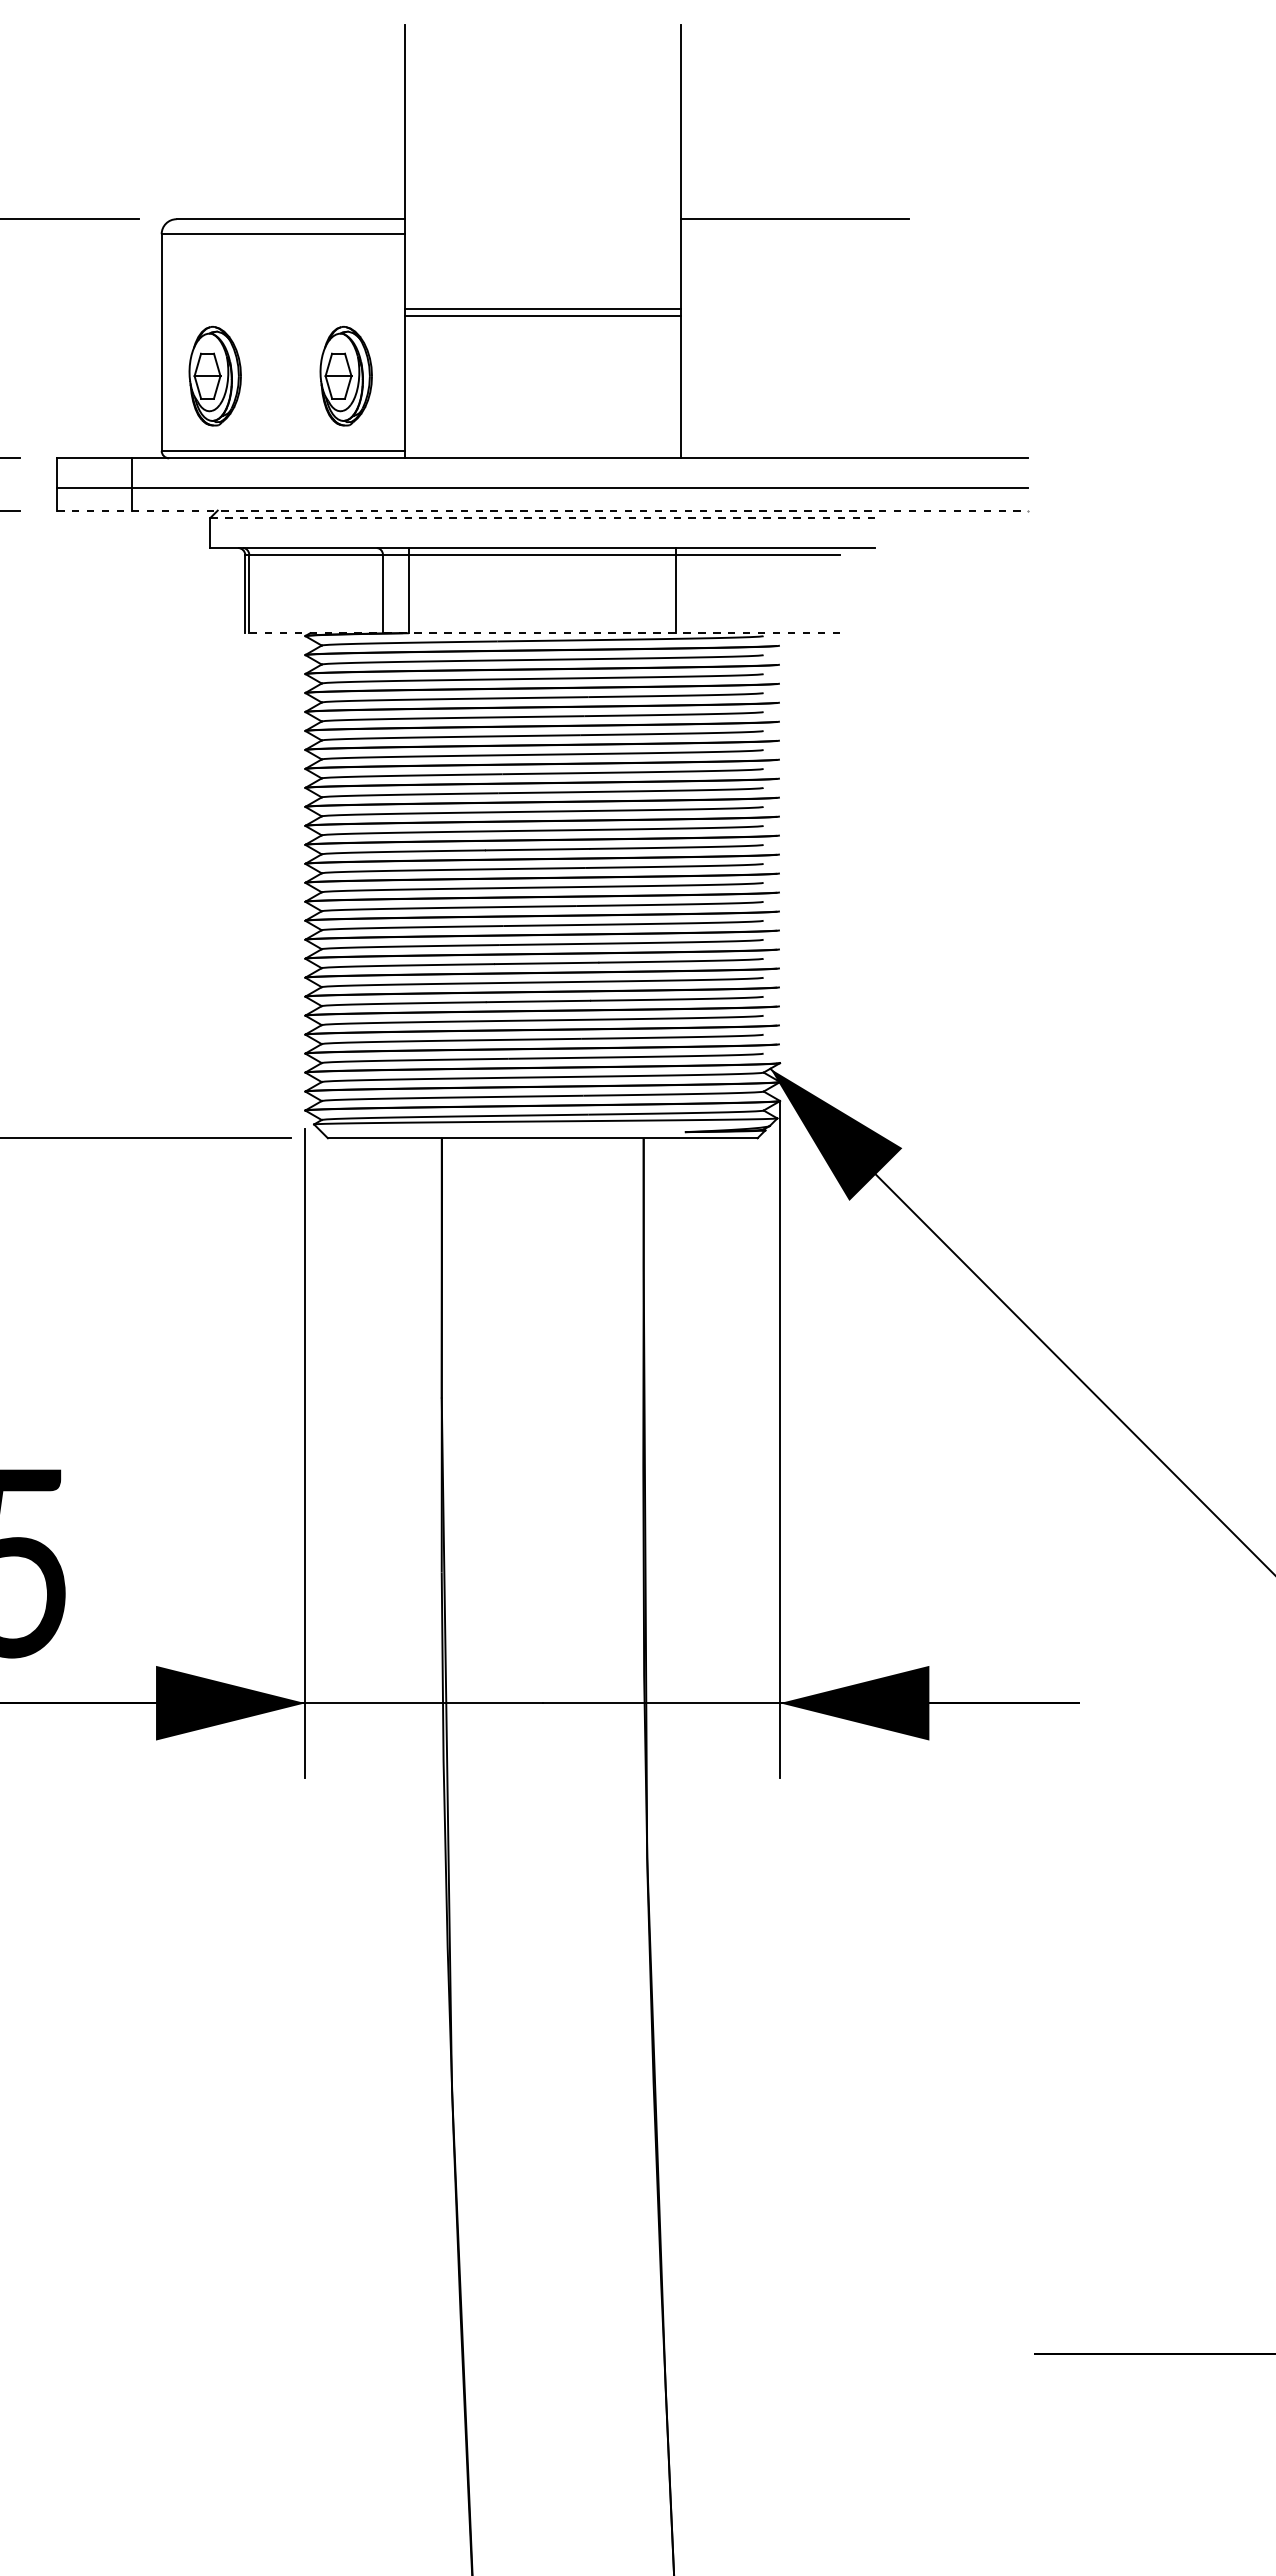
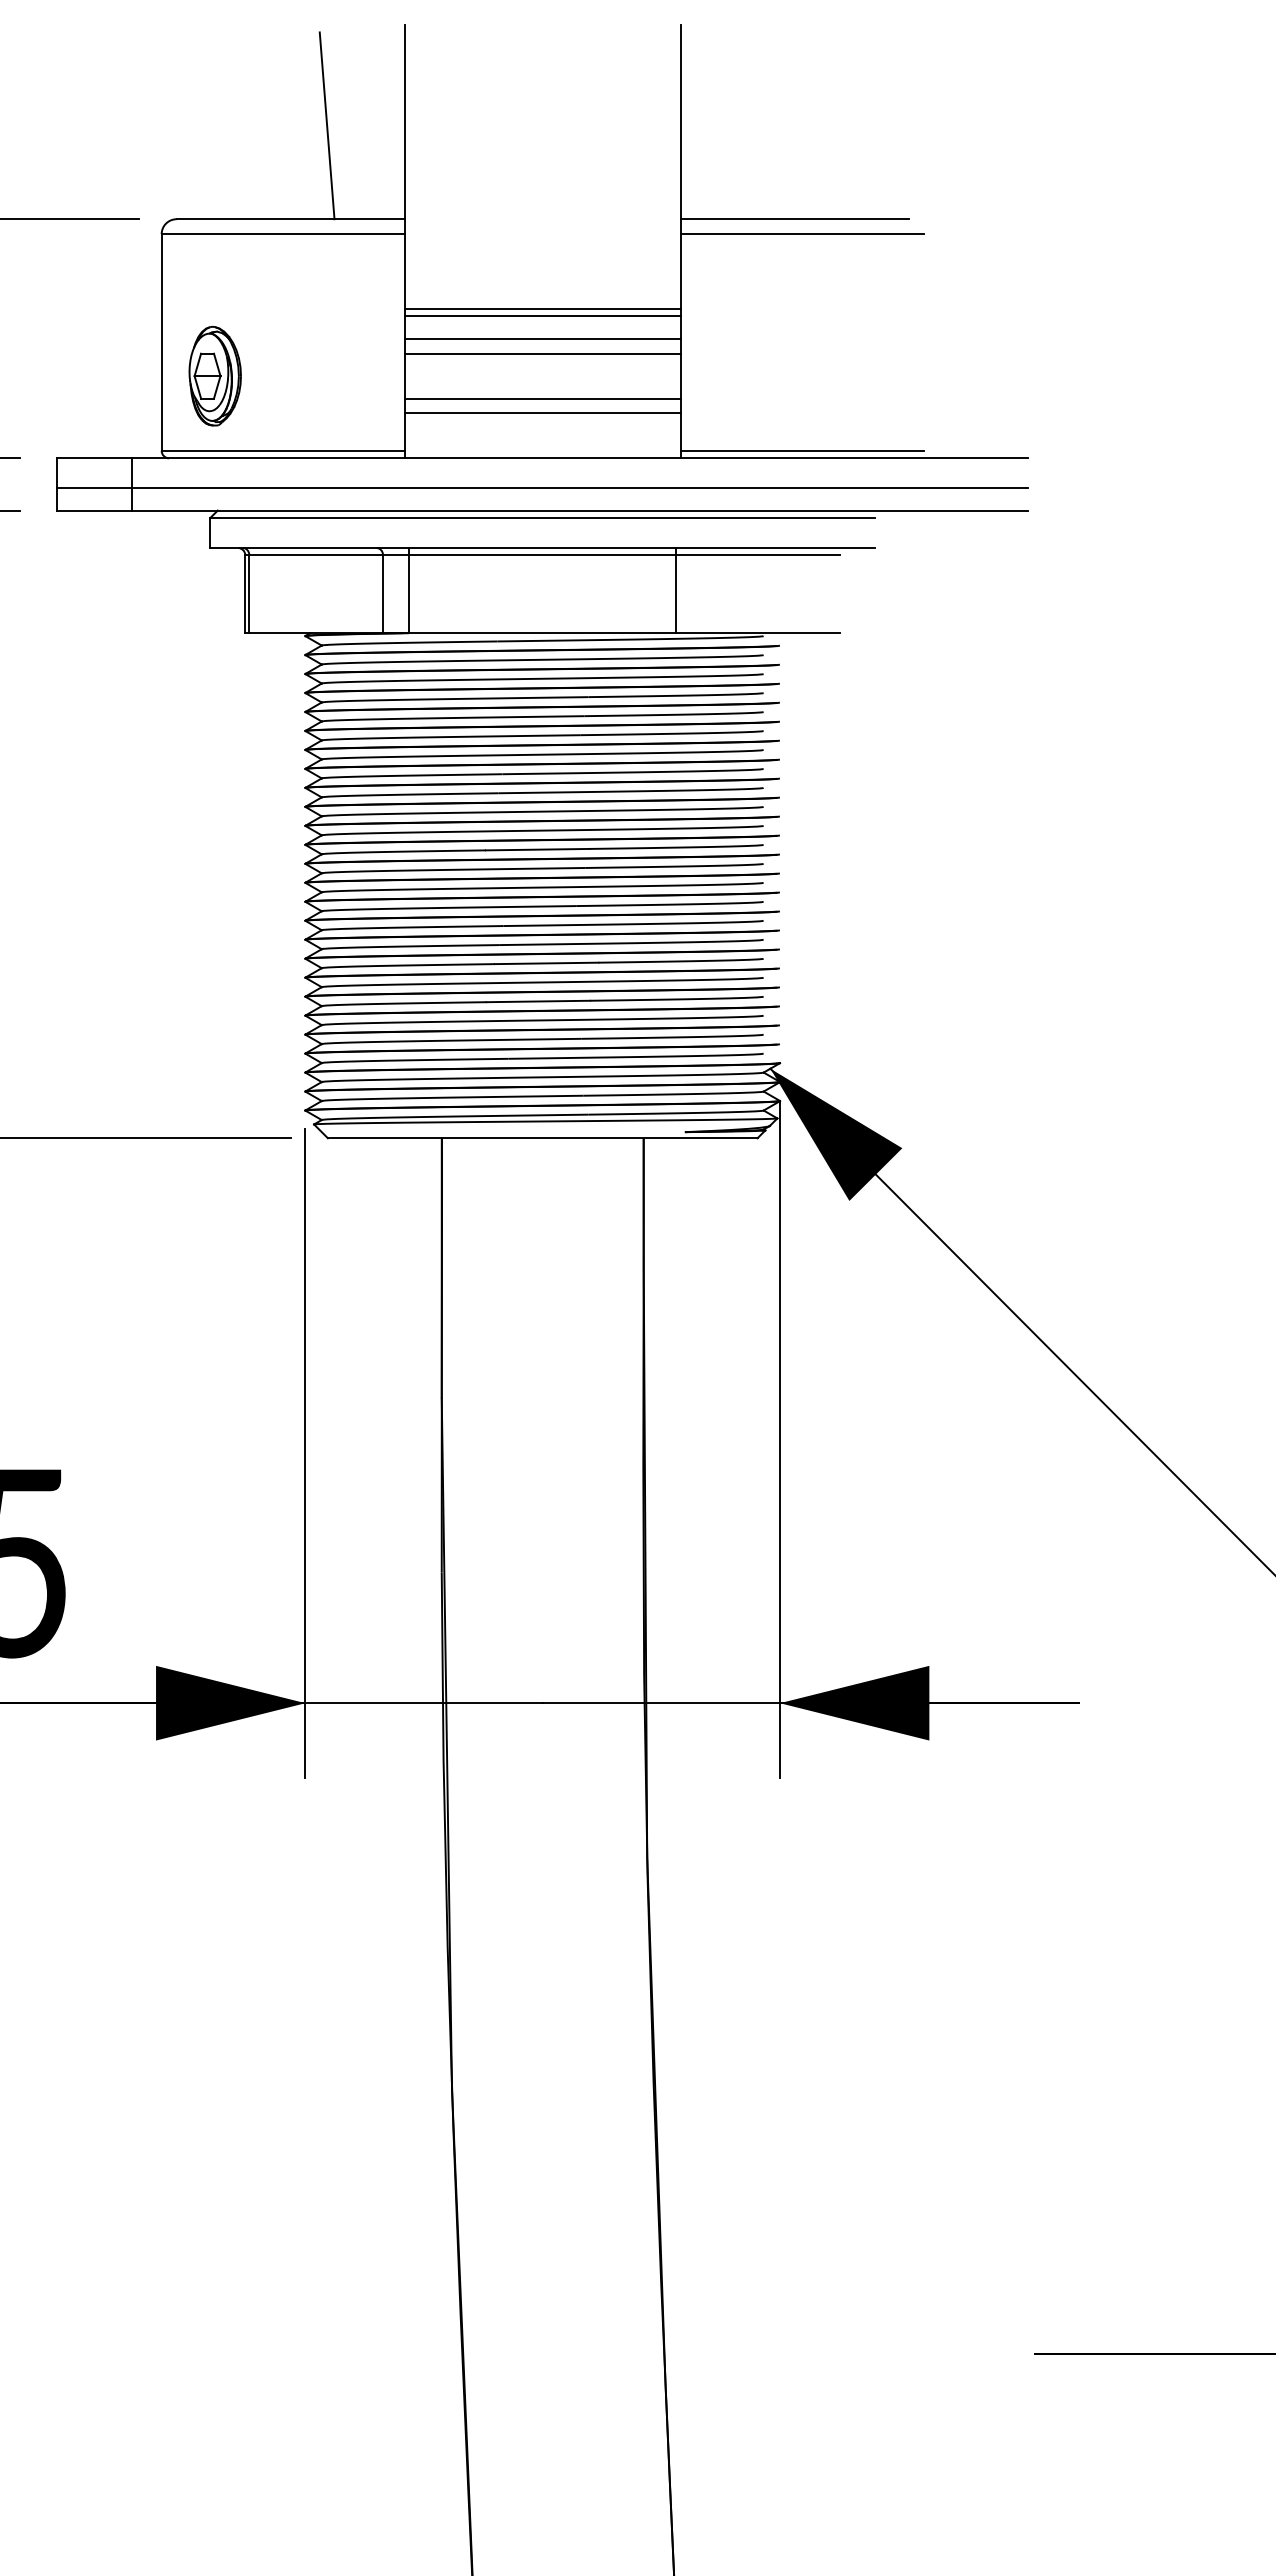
line at (326, 125): none -> present
line at (801, 234): none -> present
line at (542, 338): none -> present
line at (542, 353): none -> present
part at (345, 376): present -> none
line at (542, 398): none -> present
line at (542, 413): none -> present
line at (801, 450): none -> present
line at (542, 510): dashed -> solid
line at (543, 518): dashed -> solid
line at (542, 633): dashed -> solid
